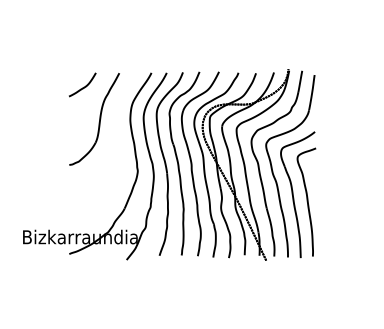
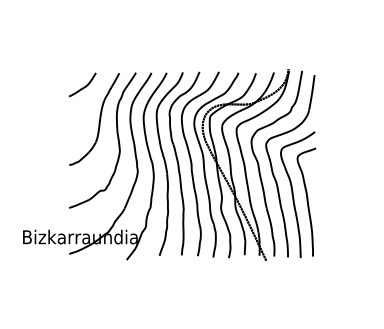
part at (117, 140): none -> present
